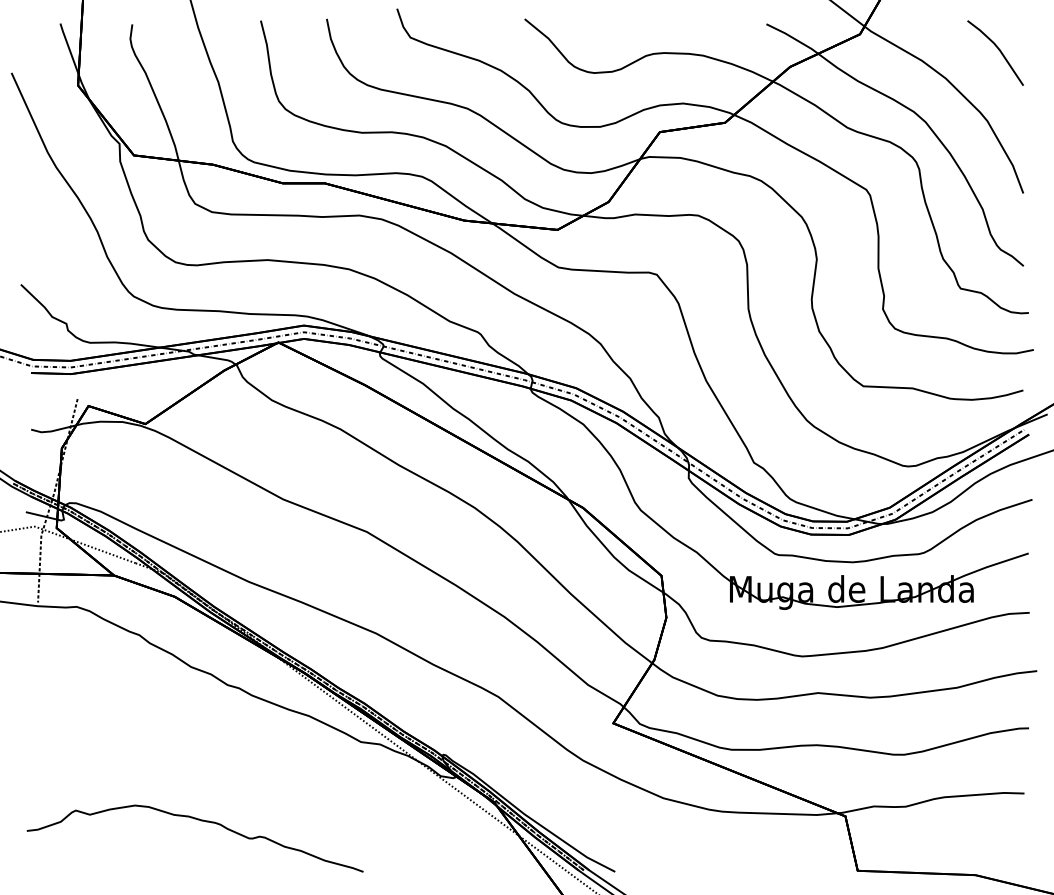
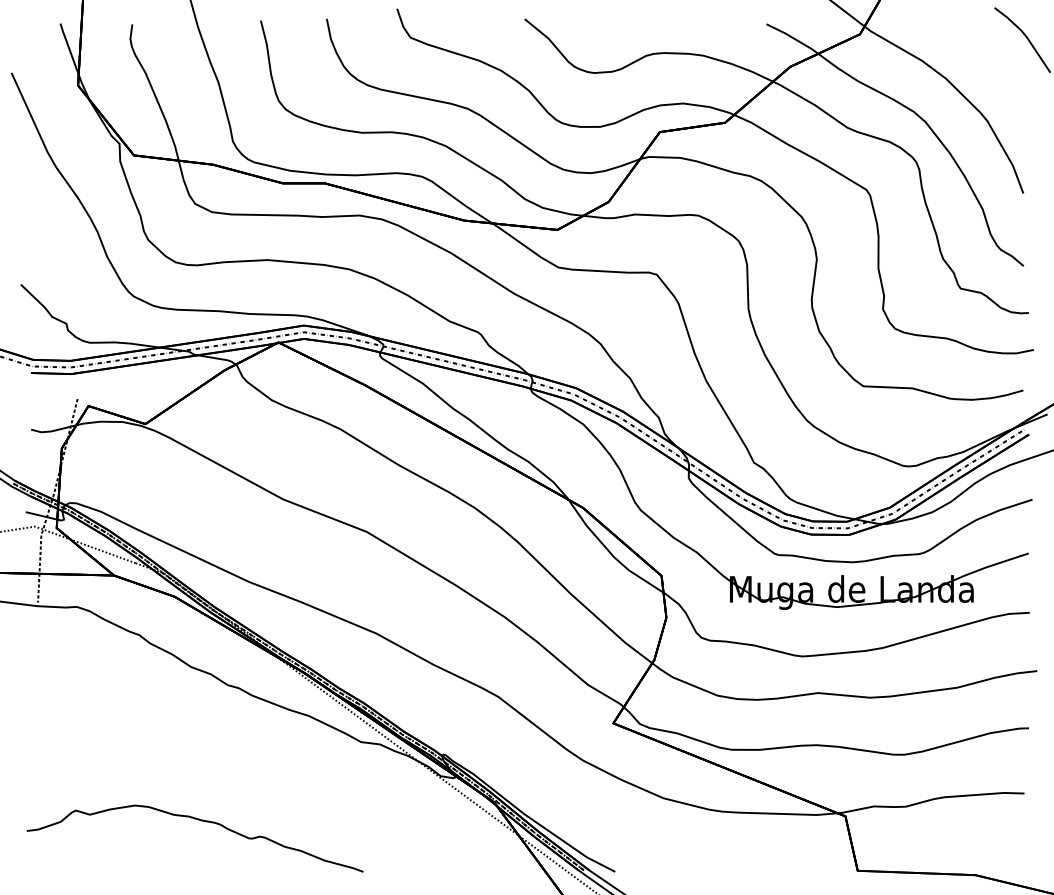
line at (998, 50) position: (998, 50) -> (1025, 37)
